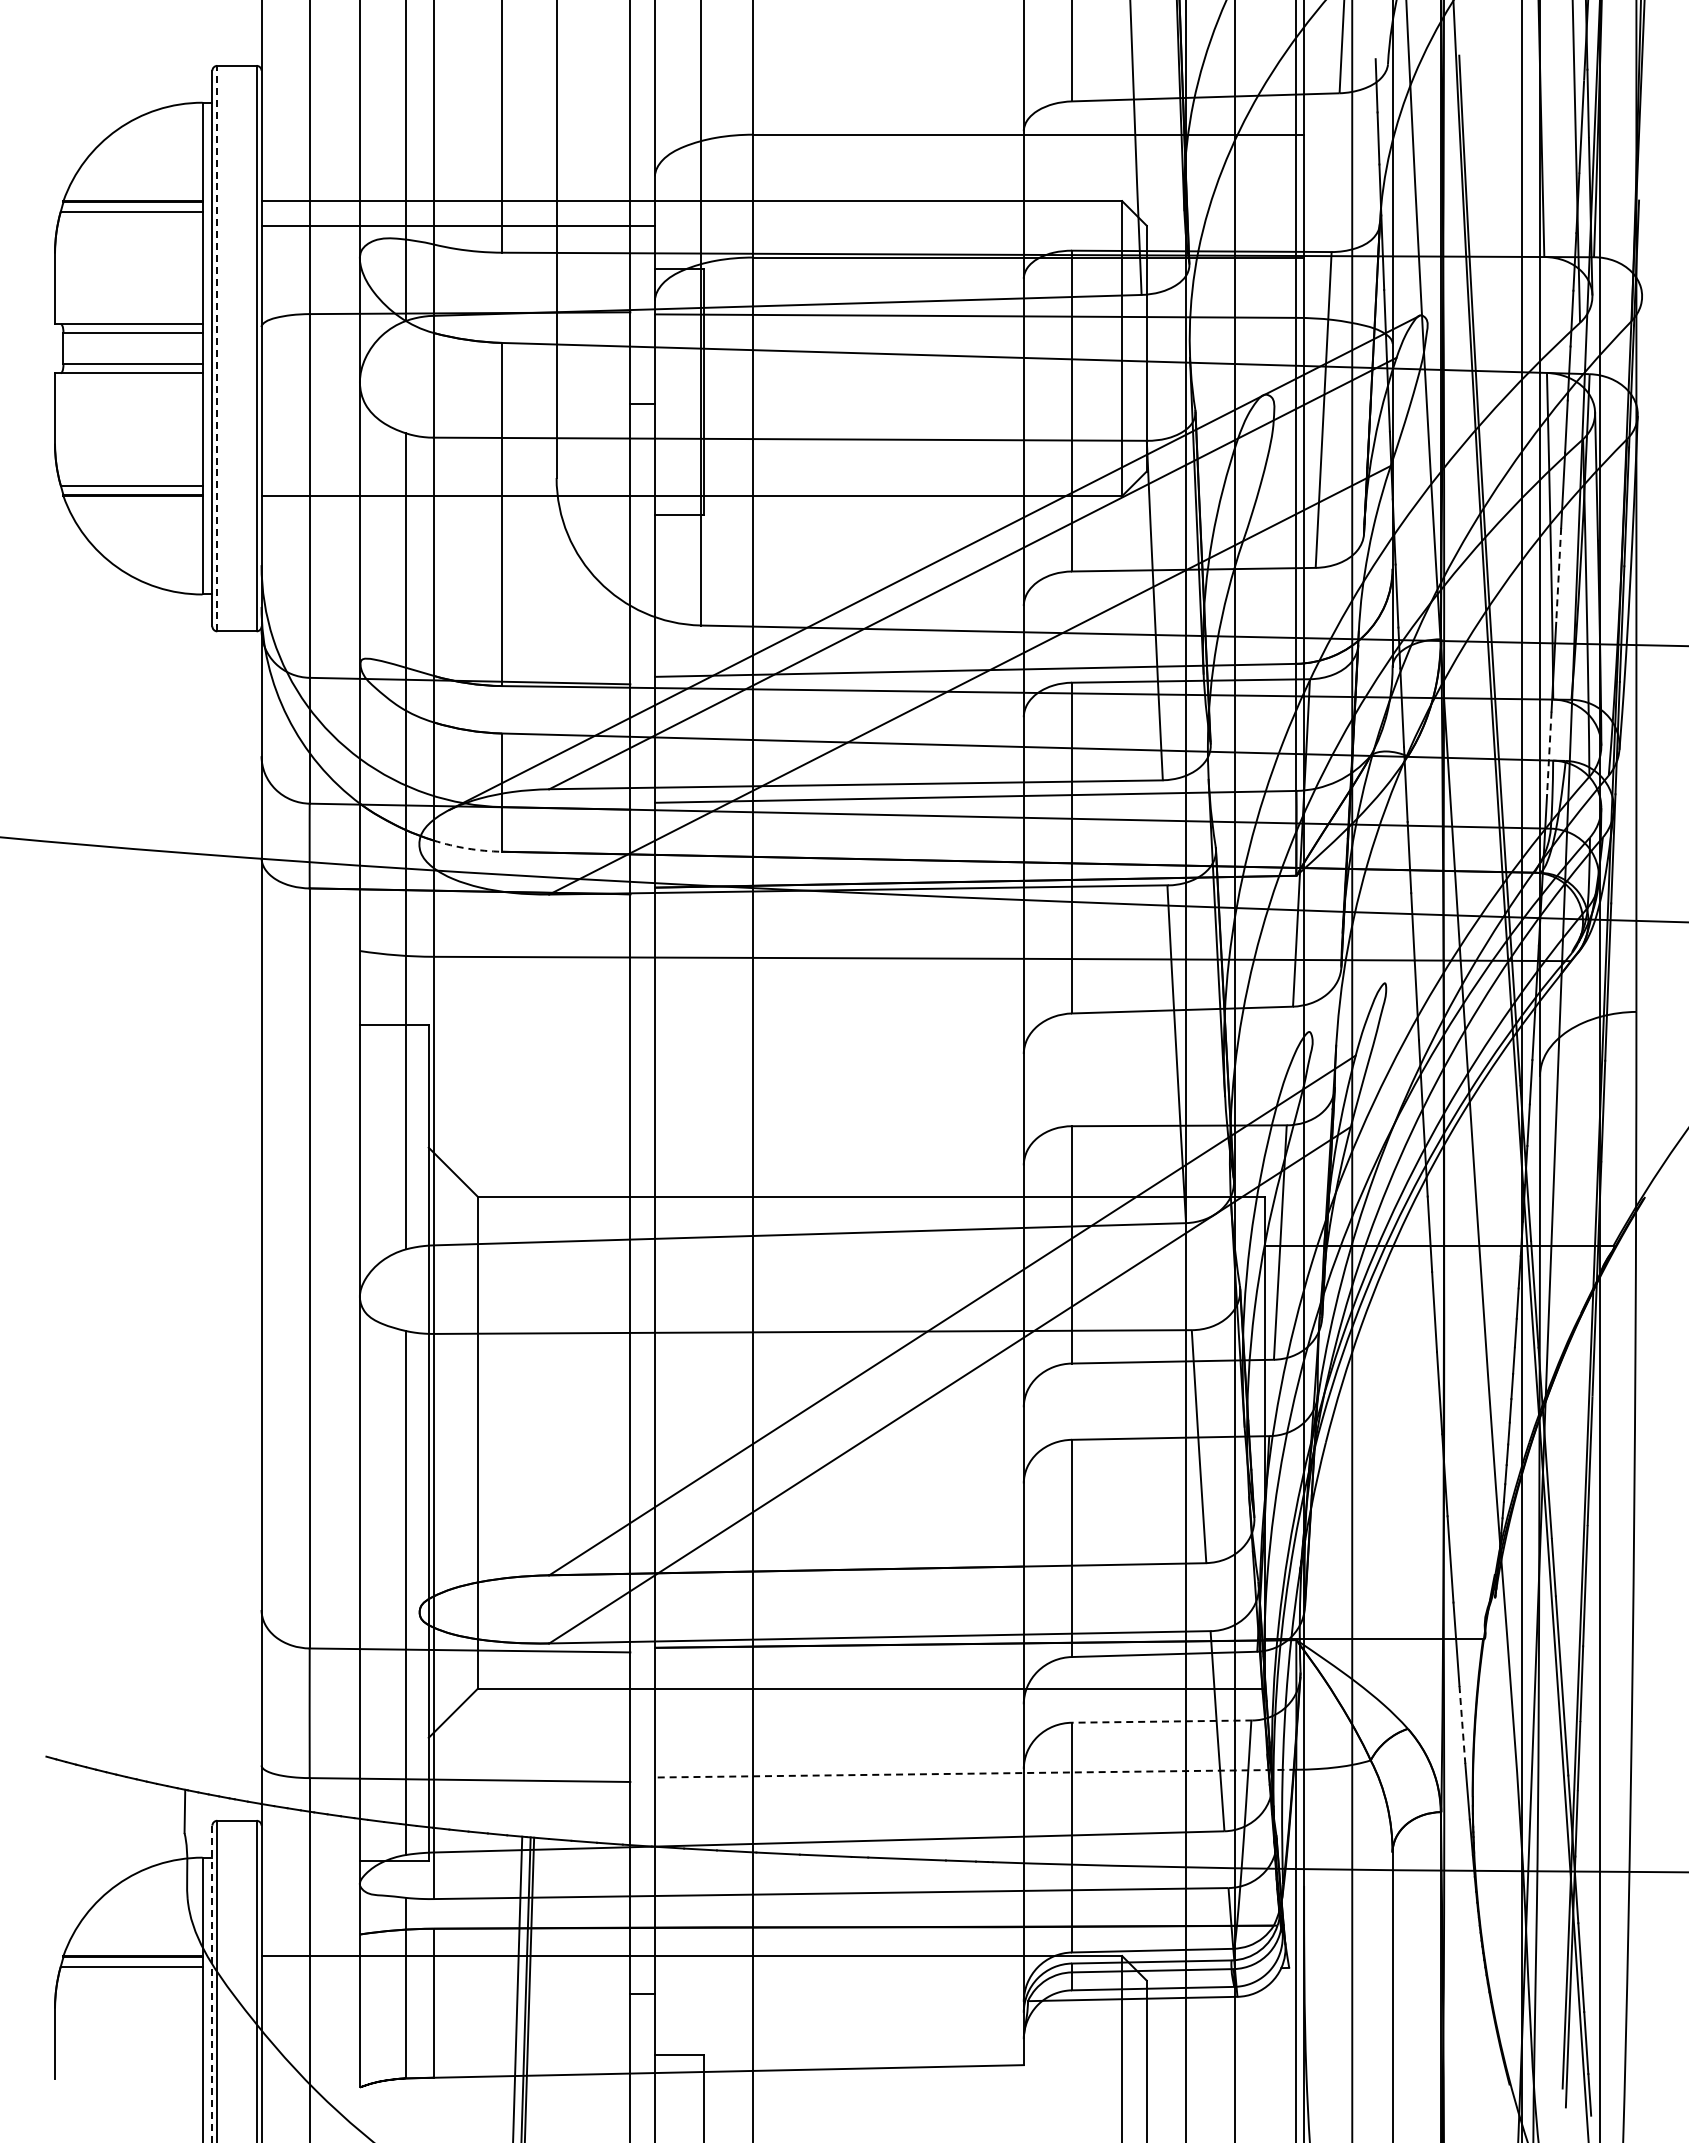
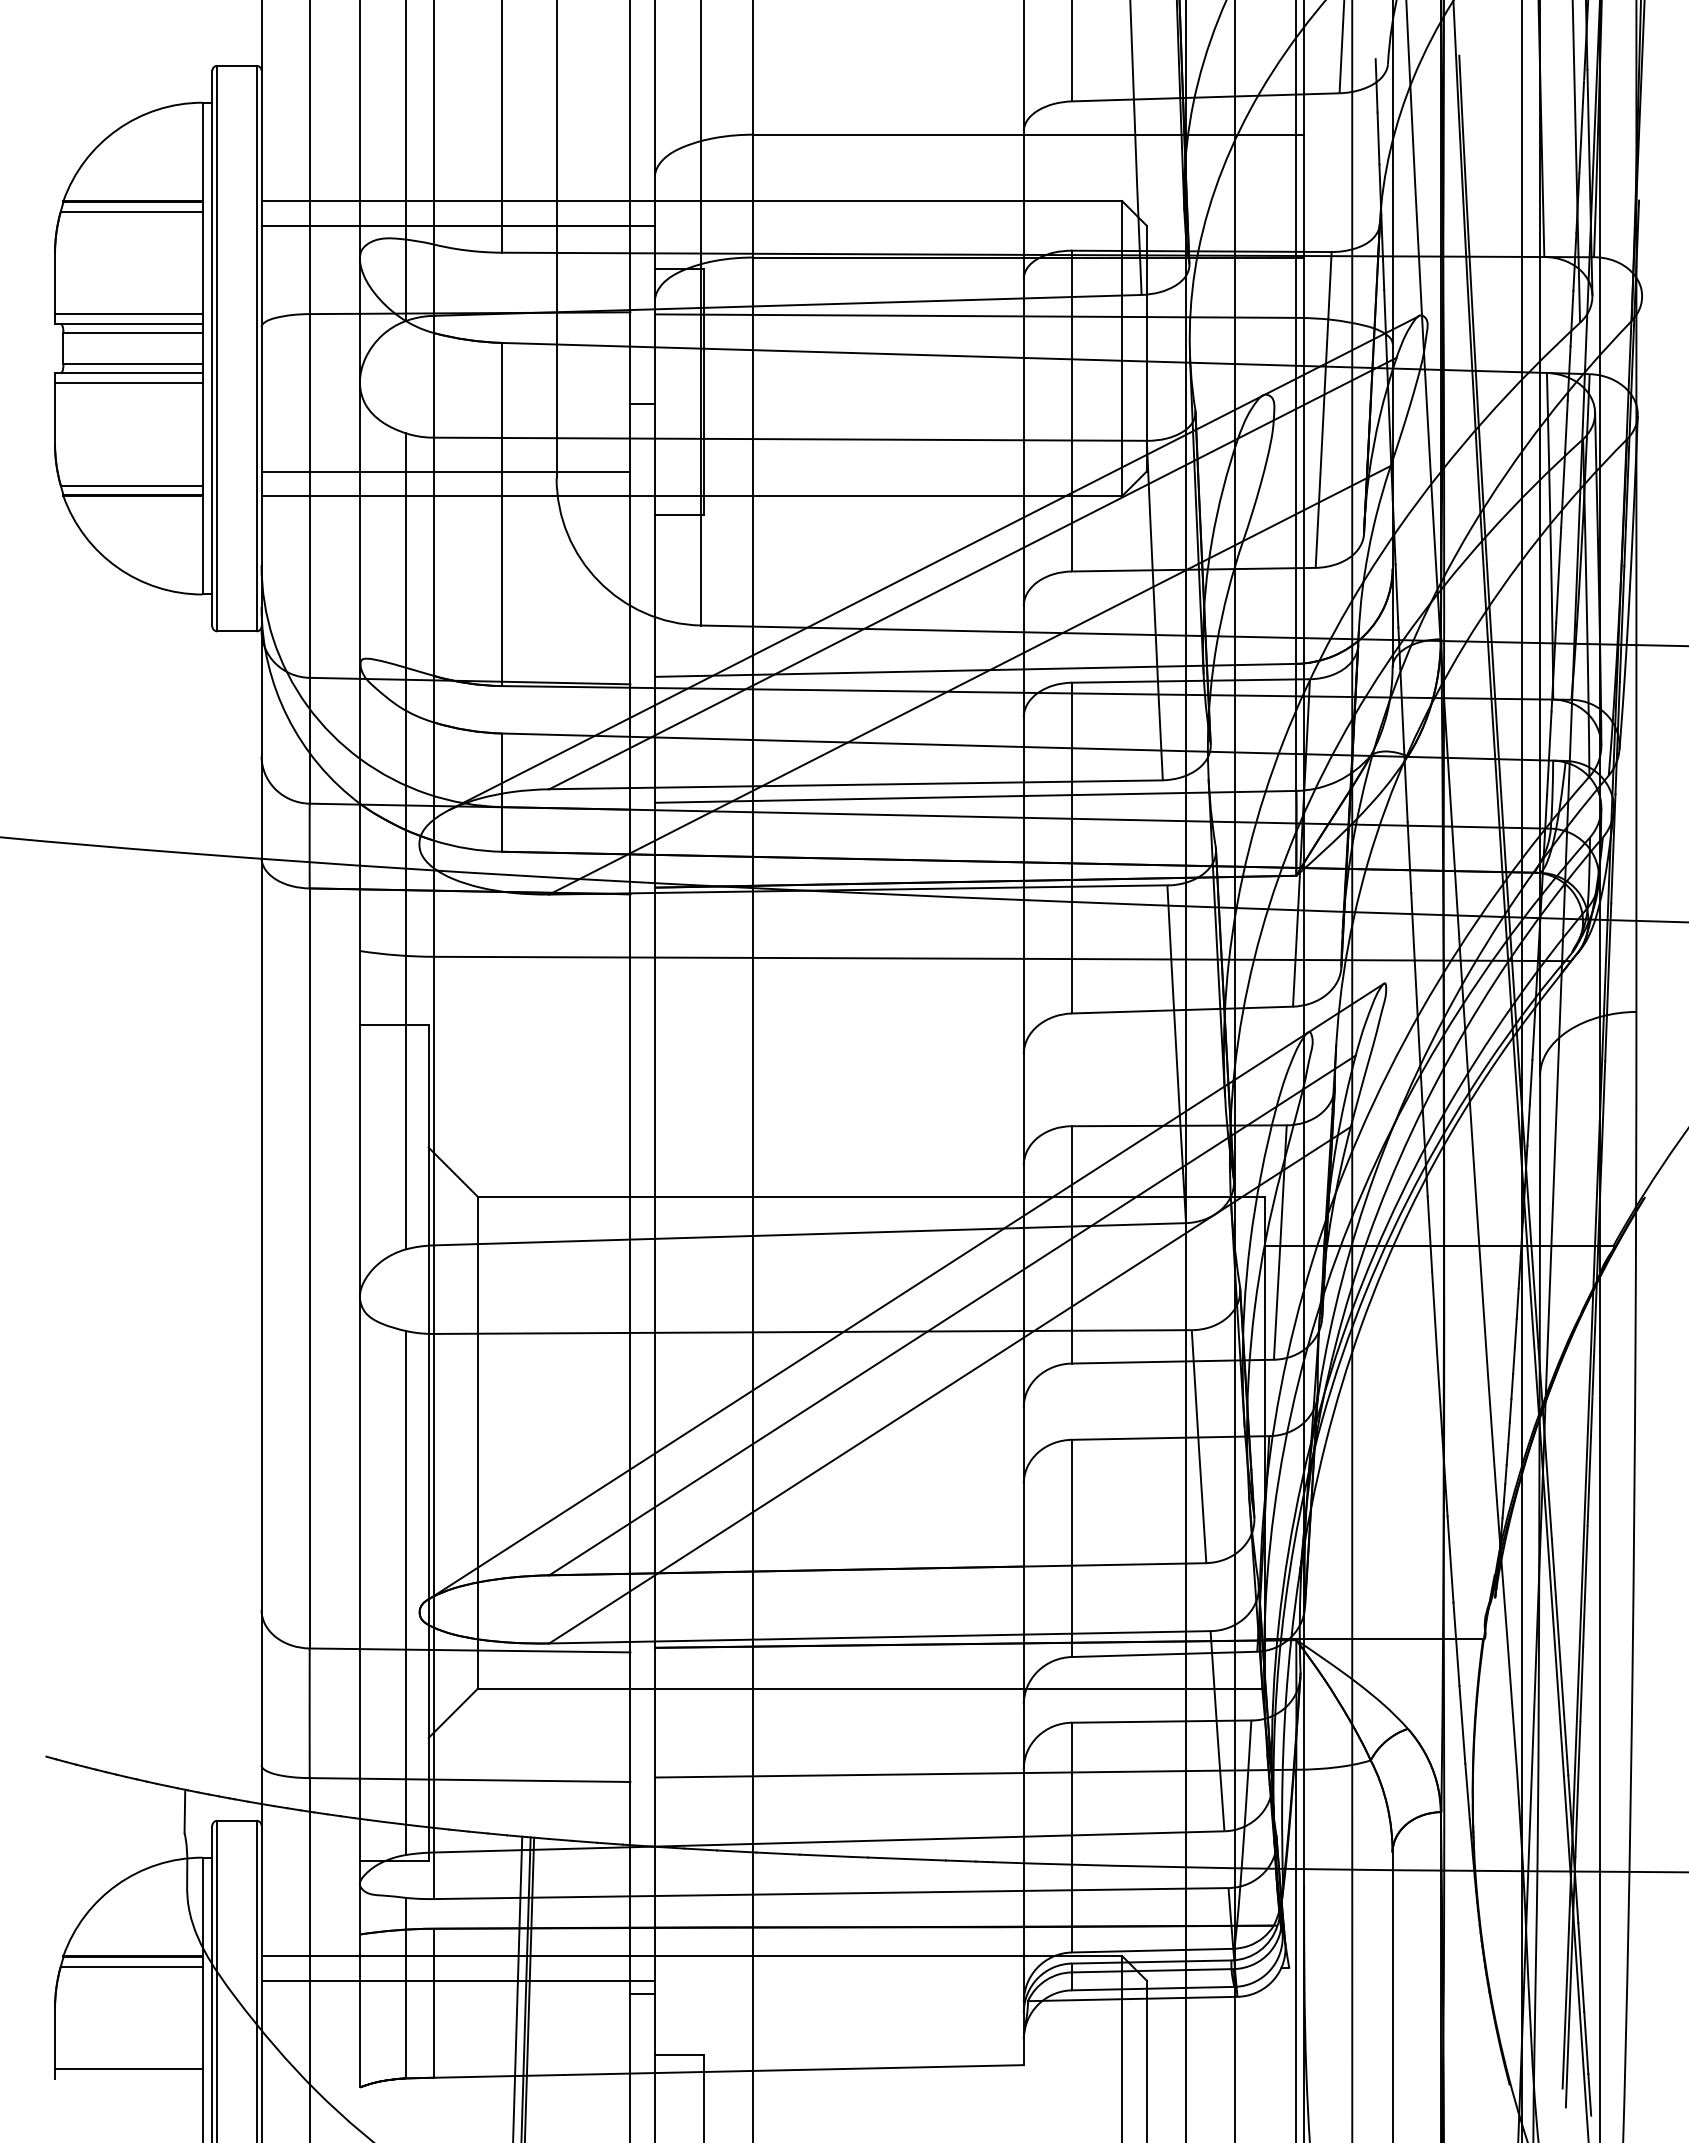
line at (128, 314): none -> present
line at (217, 348): dashed -> solid
line at (128, 383): none -> present
line at (445, 471): none -> present
line at (1558, 575): dashed -> solid
line at (1549, 753): dashed -> solid
arc at (467, 848): dashed -> solid
line at (906, 1291): none -> present
line at (1161, 1721): dashed -> solid
line at (1462, 1724): dashed -> solid
line at (975, 1773): dashed -> solid
line at (457, 1980): none -> present
line at (212, 1983): dashed -> solid
line at (128, 2069): none -> present
